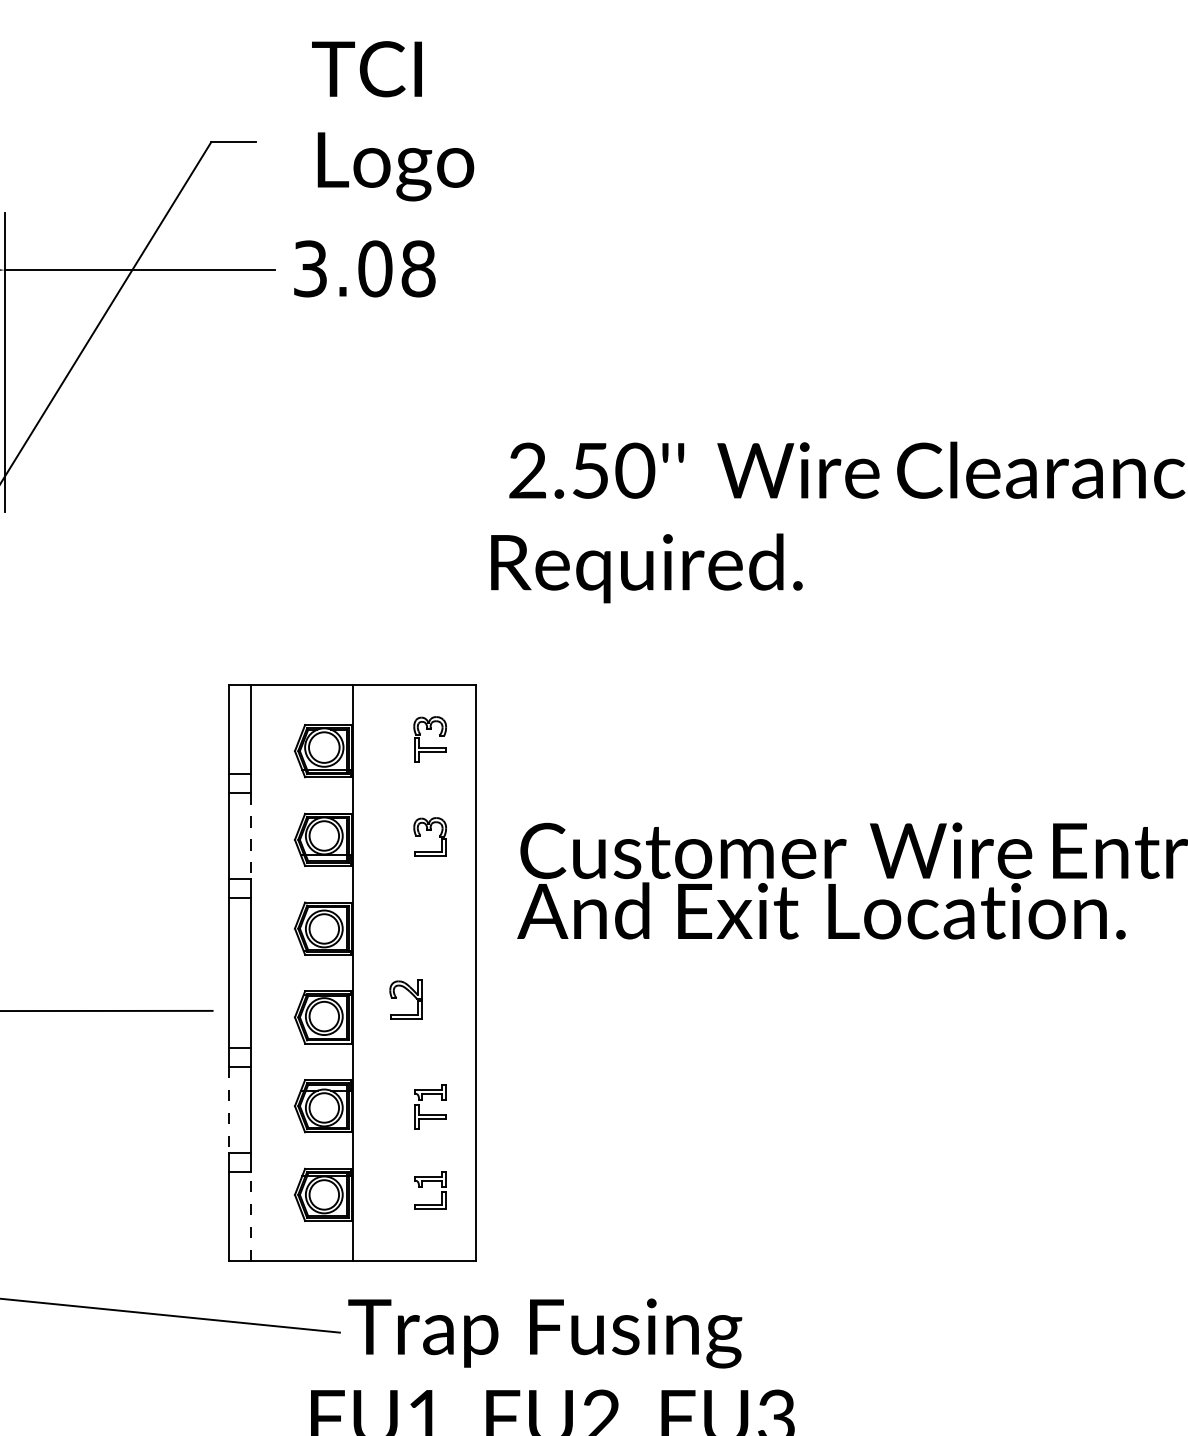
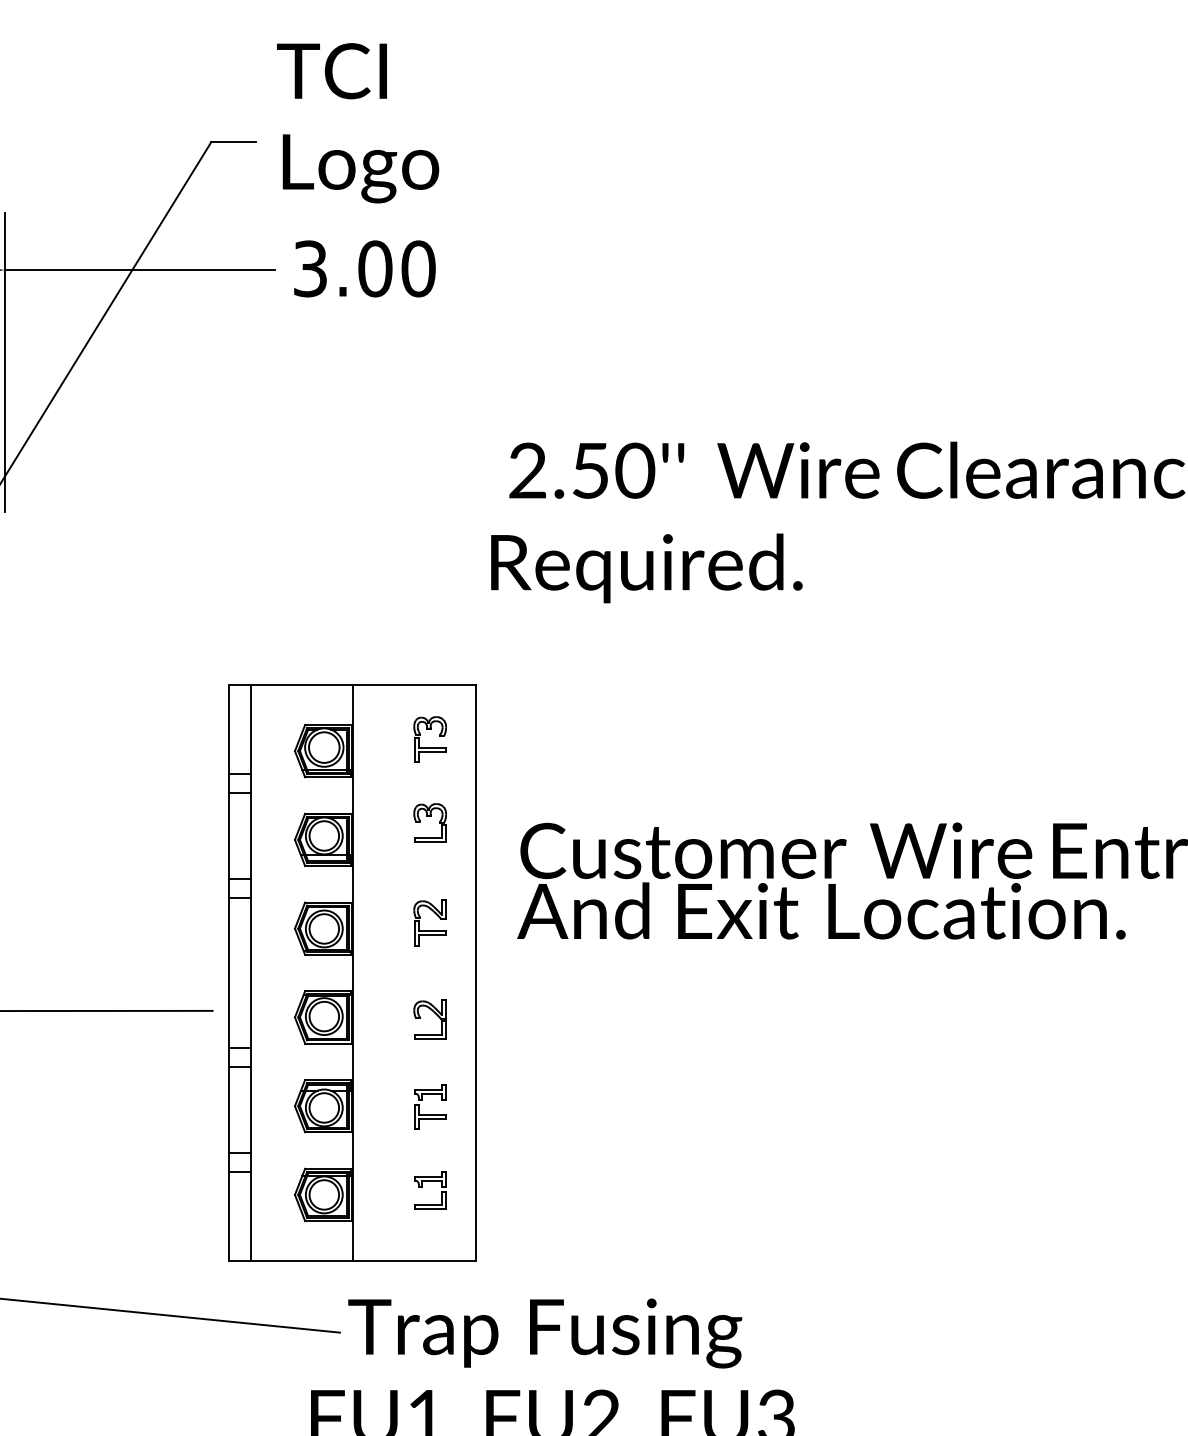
text at (393, 121) position: (393, 121) -> (358, 123)
text at (418, 268): 3.08 -> 3.00
line at (251, 836): dashed -> solid
part at (429, 836) position: (429, 836) -> (429, 822)
part at (429, 930): none -> present
part at (410, 993) position: (410, 993) -> (434, 1013)
line at (229, 1110): dashed -> solid
line at (251, 1216): dashed -> solid
